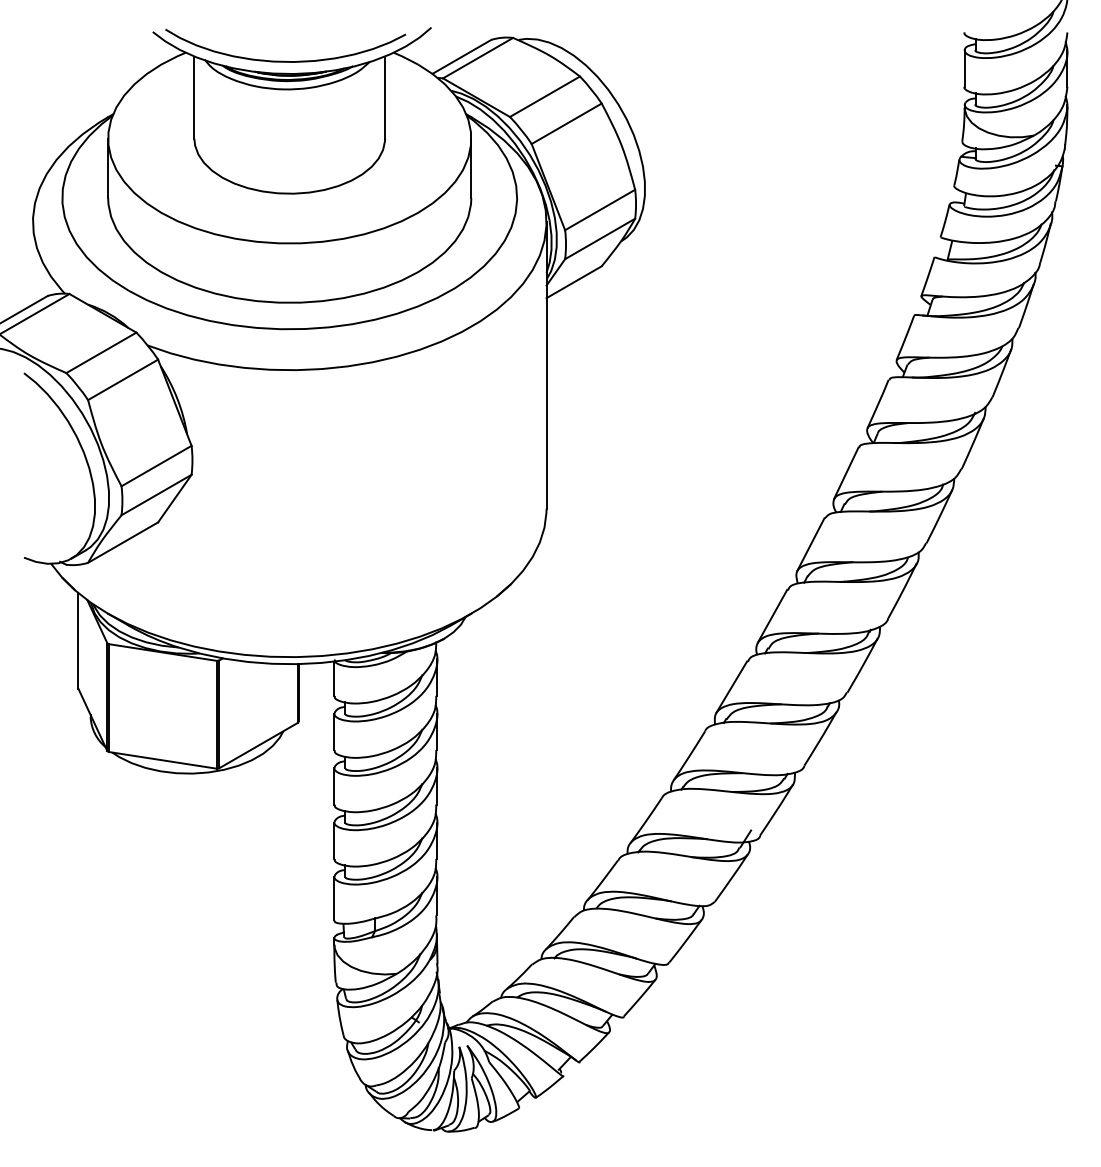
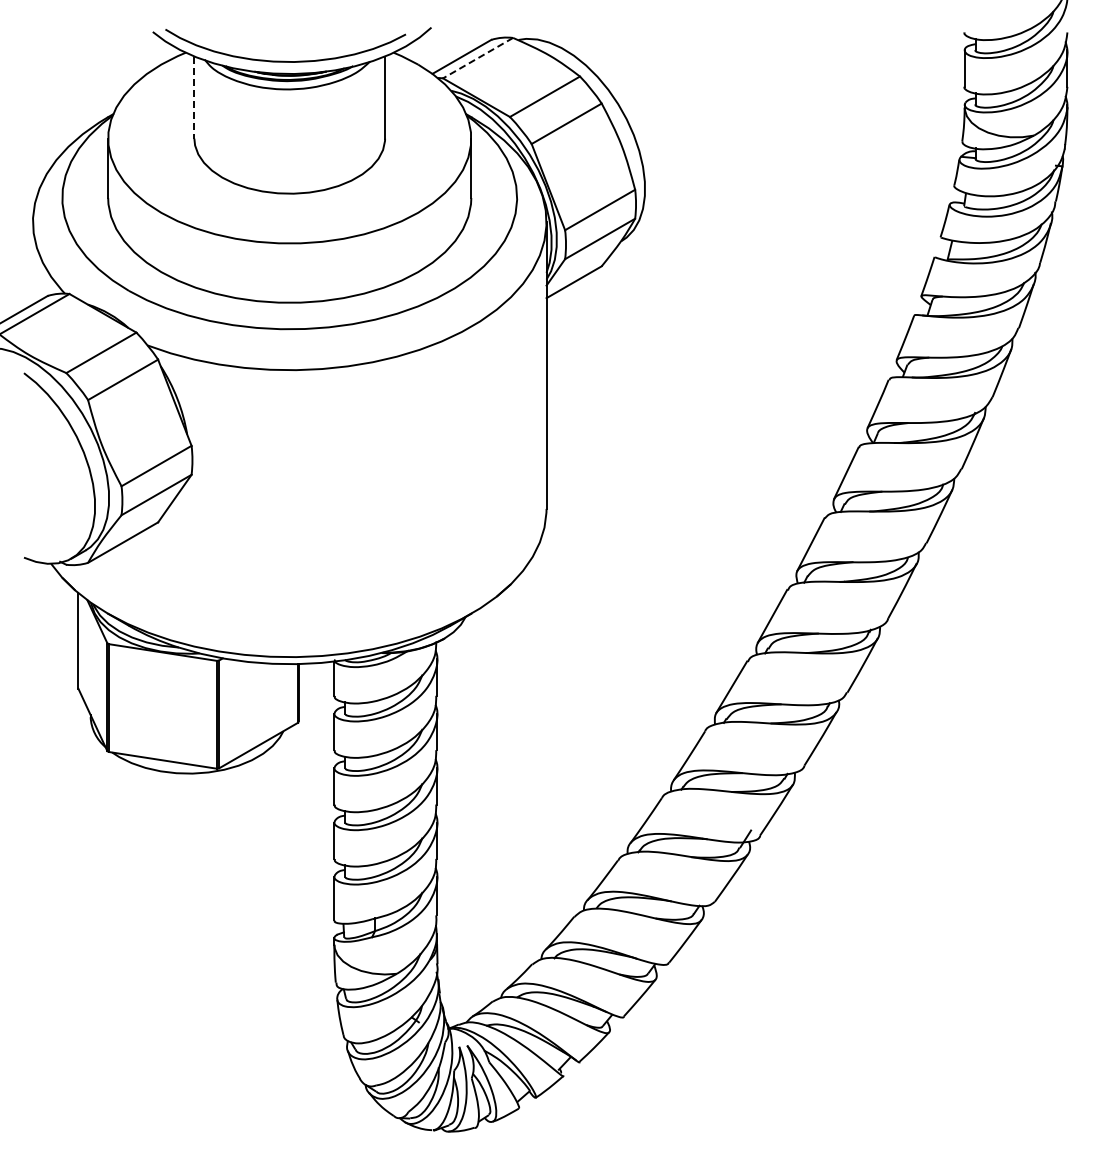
line at (477, 58): solid -> dashed
line at (194, 98): solid -> dashed
